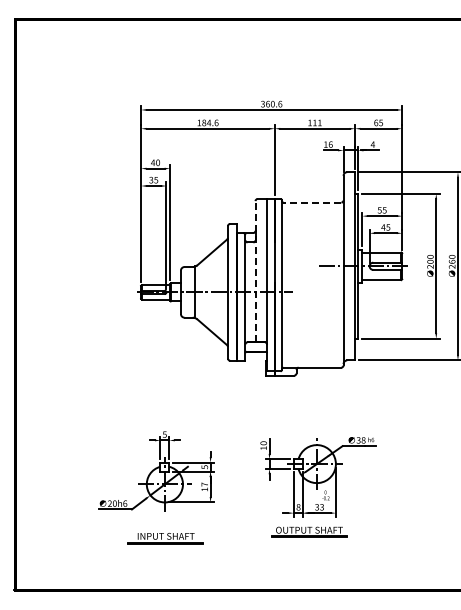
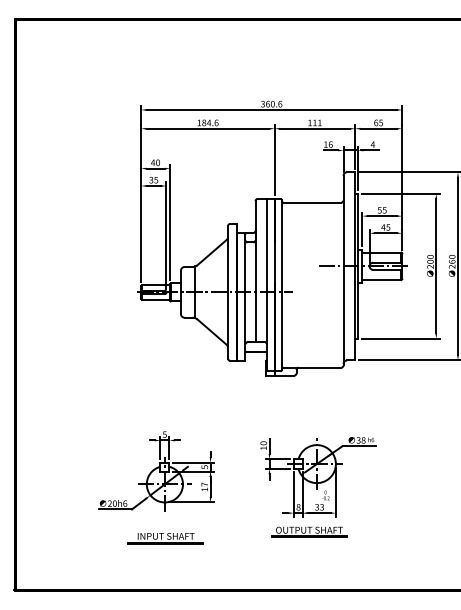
line at (312, 202): dashed -> solid
line at (255, 271): dashed -> solid
